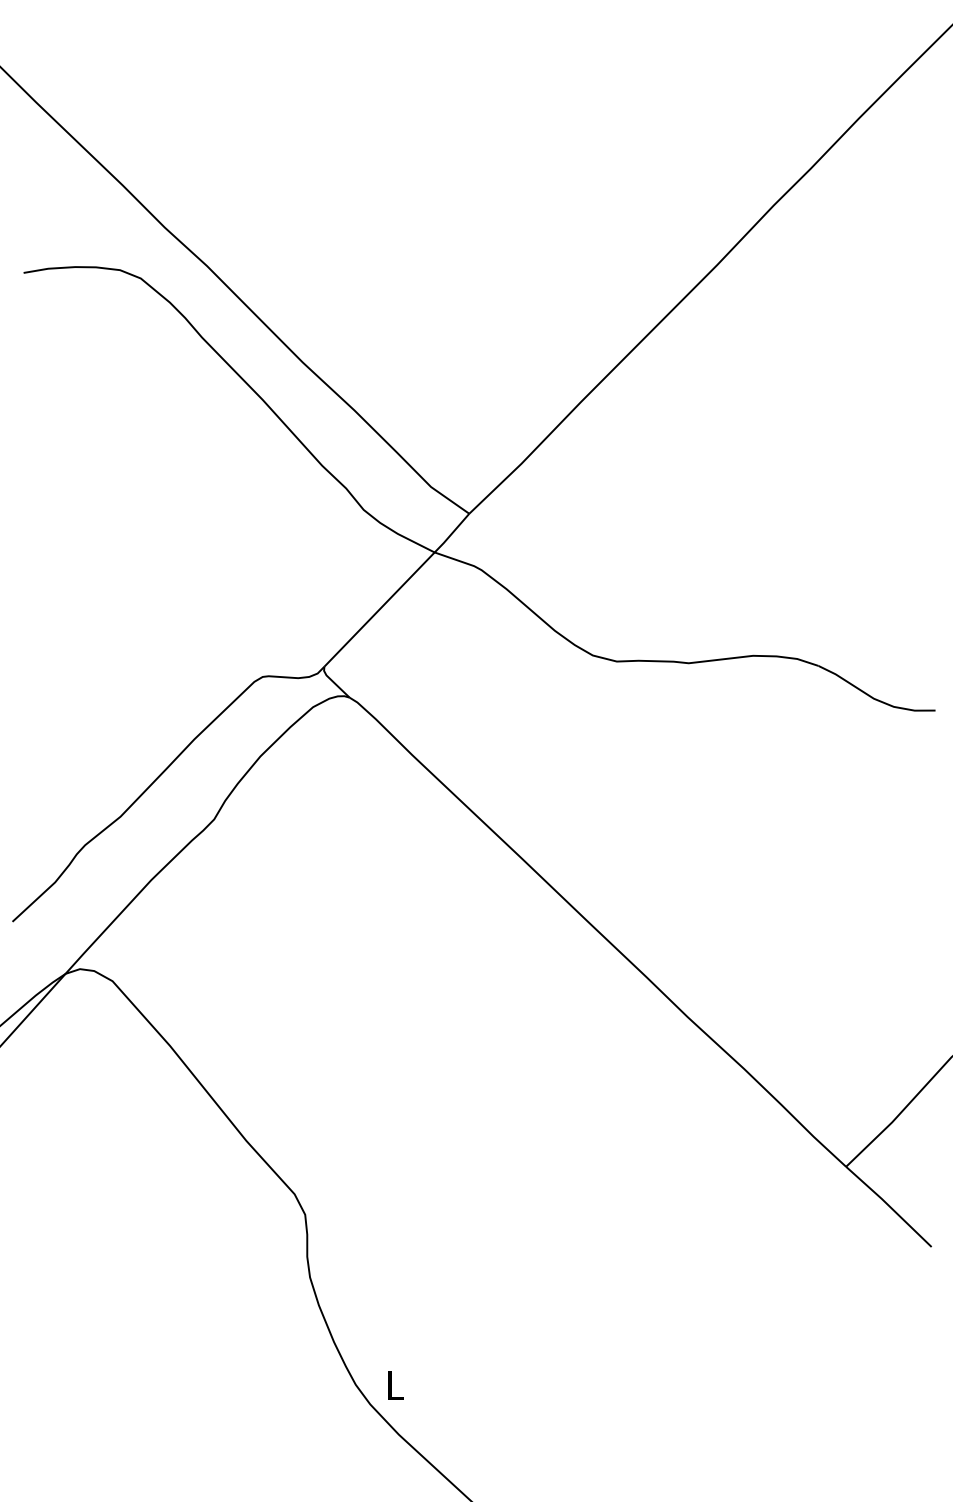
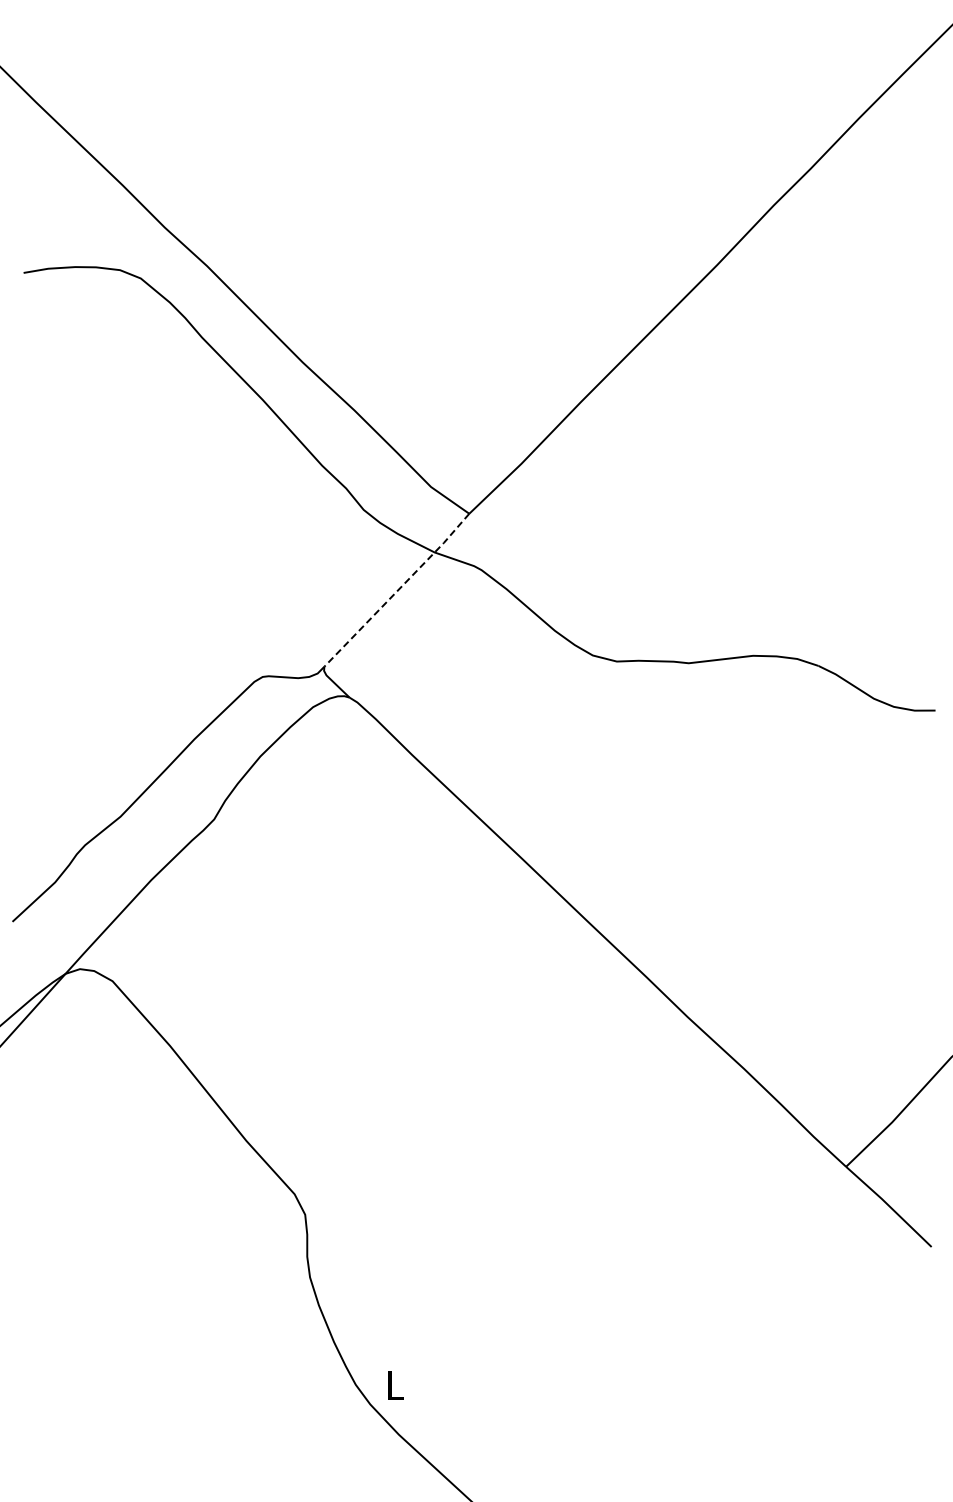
line at (397, 590): solid -> dashed
